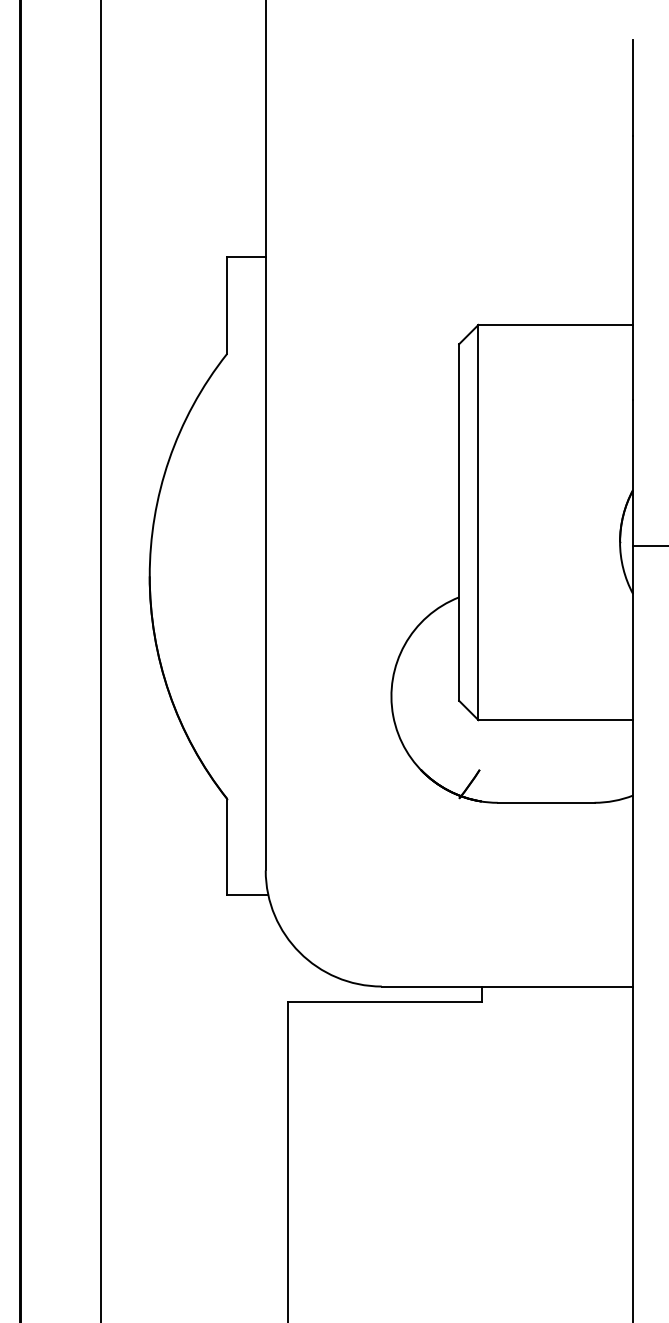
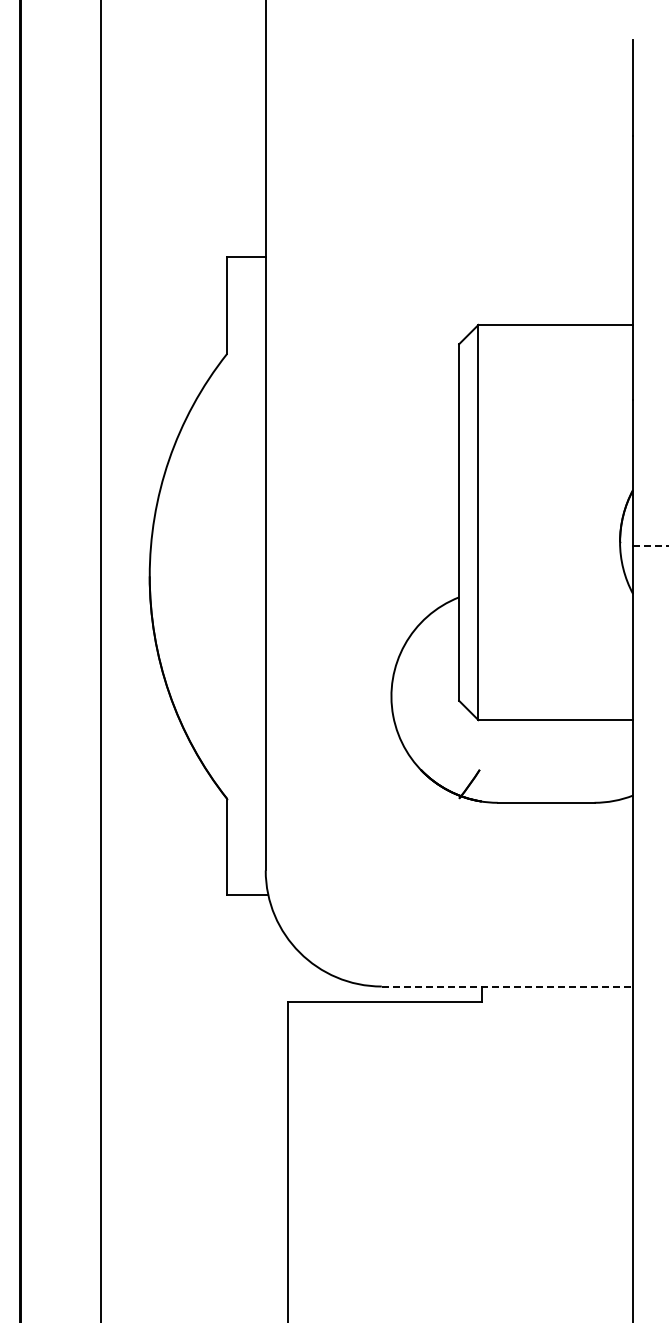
line at (651, 546): solid -> dashed
line at (507, 986): solid -> dashed
